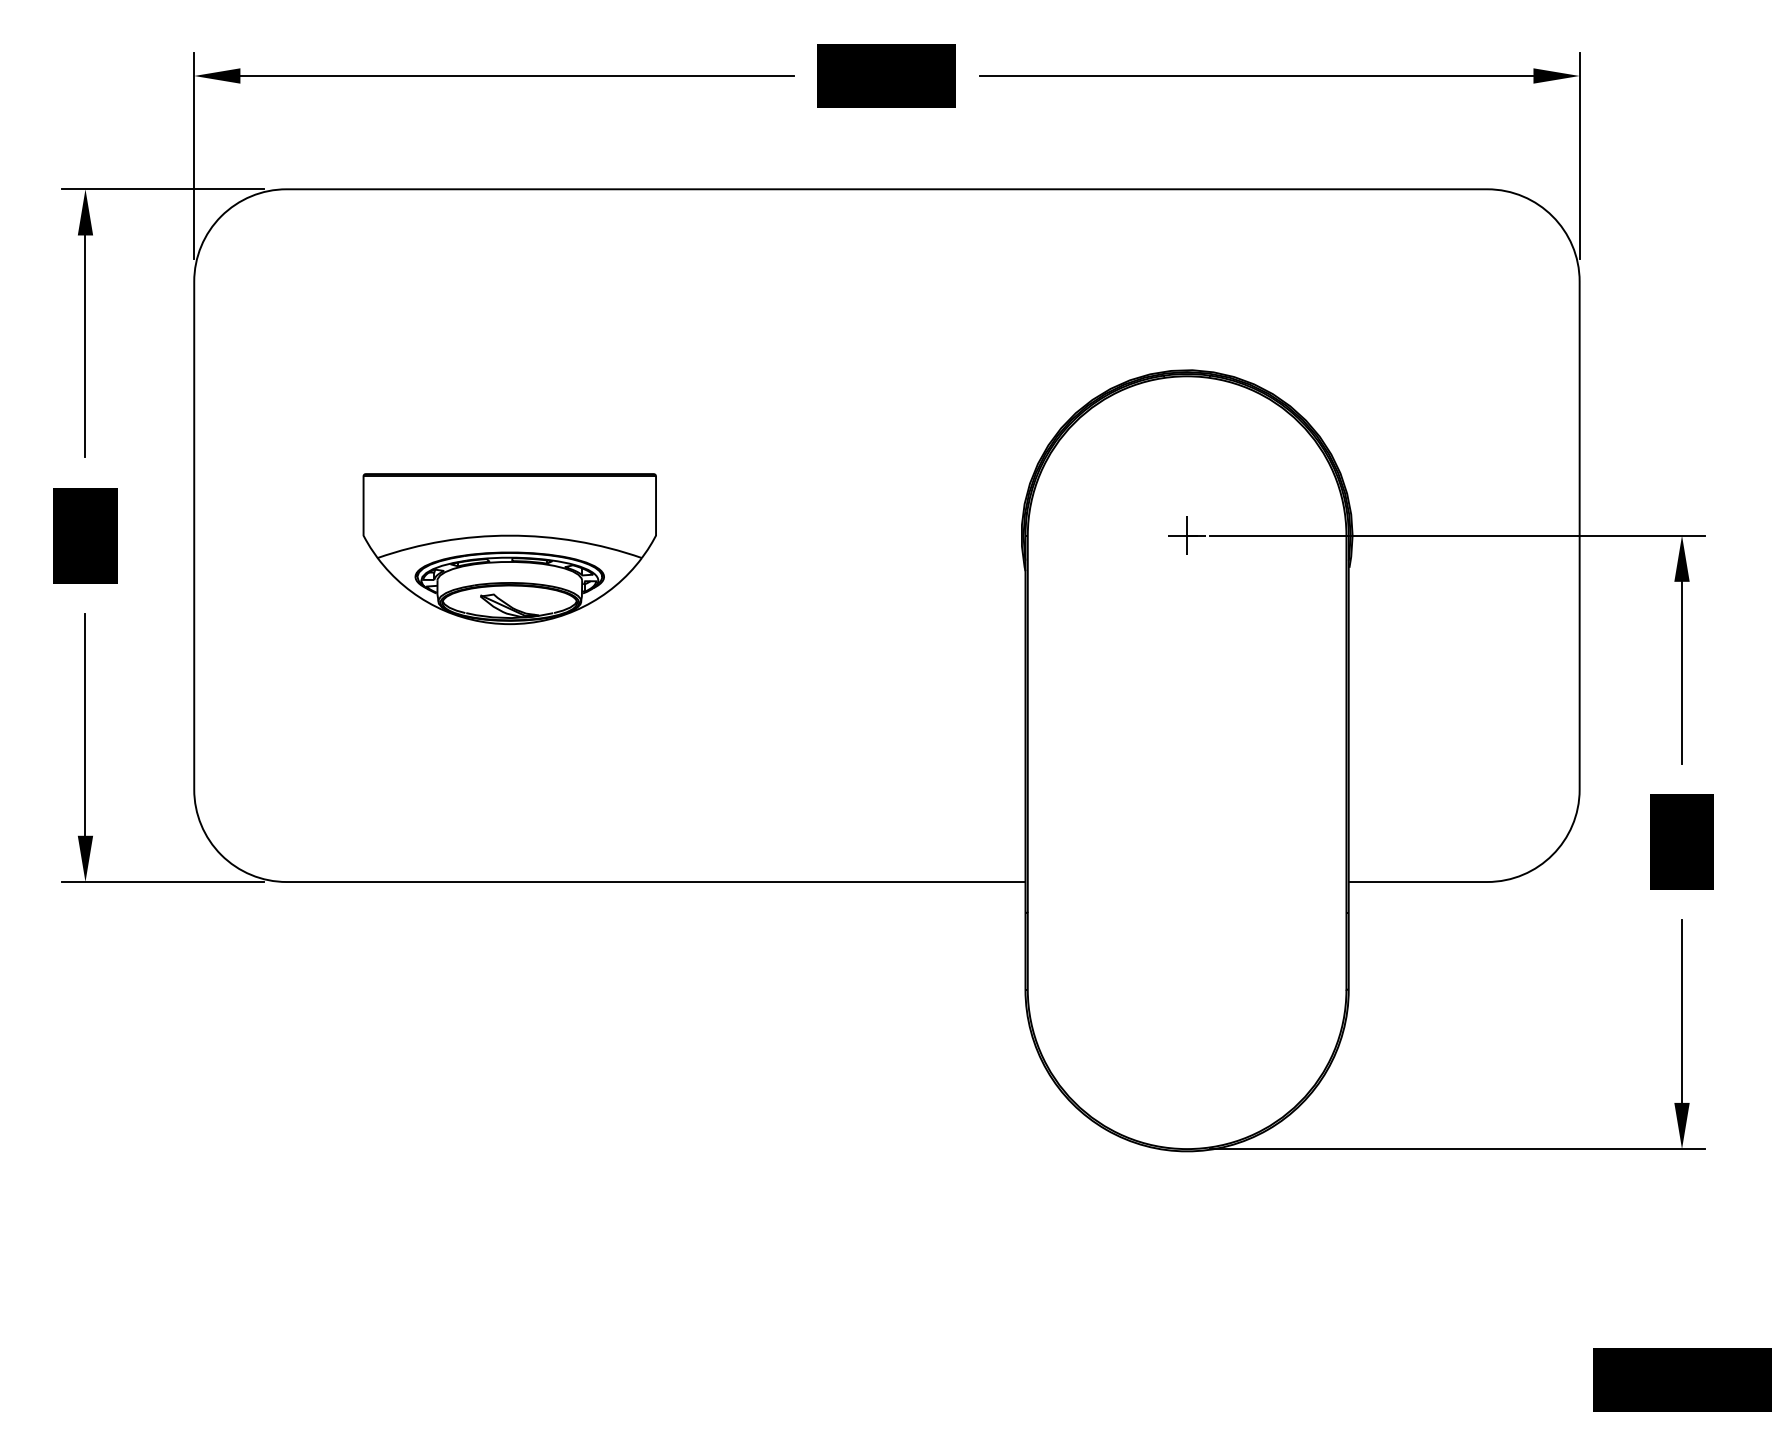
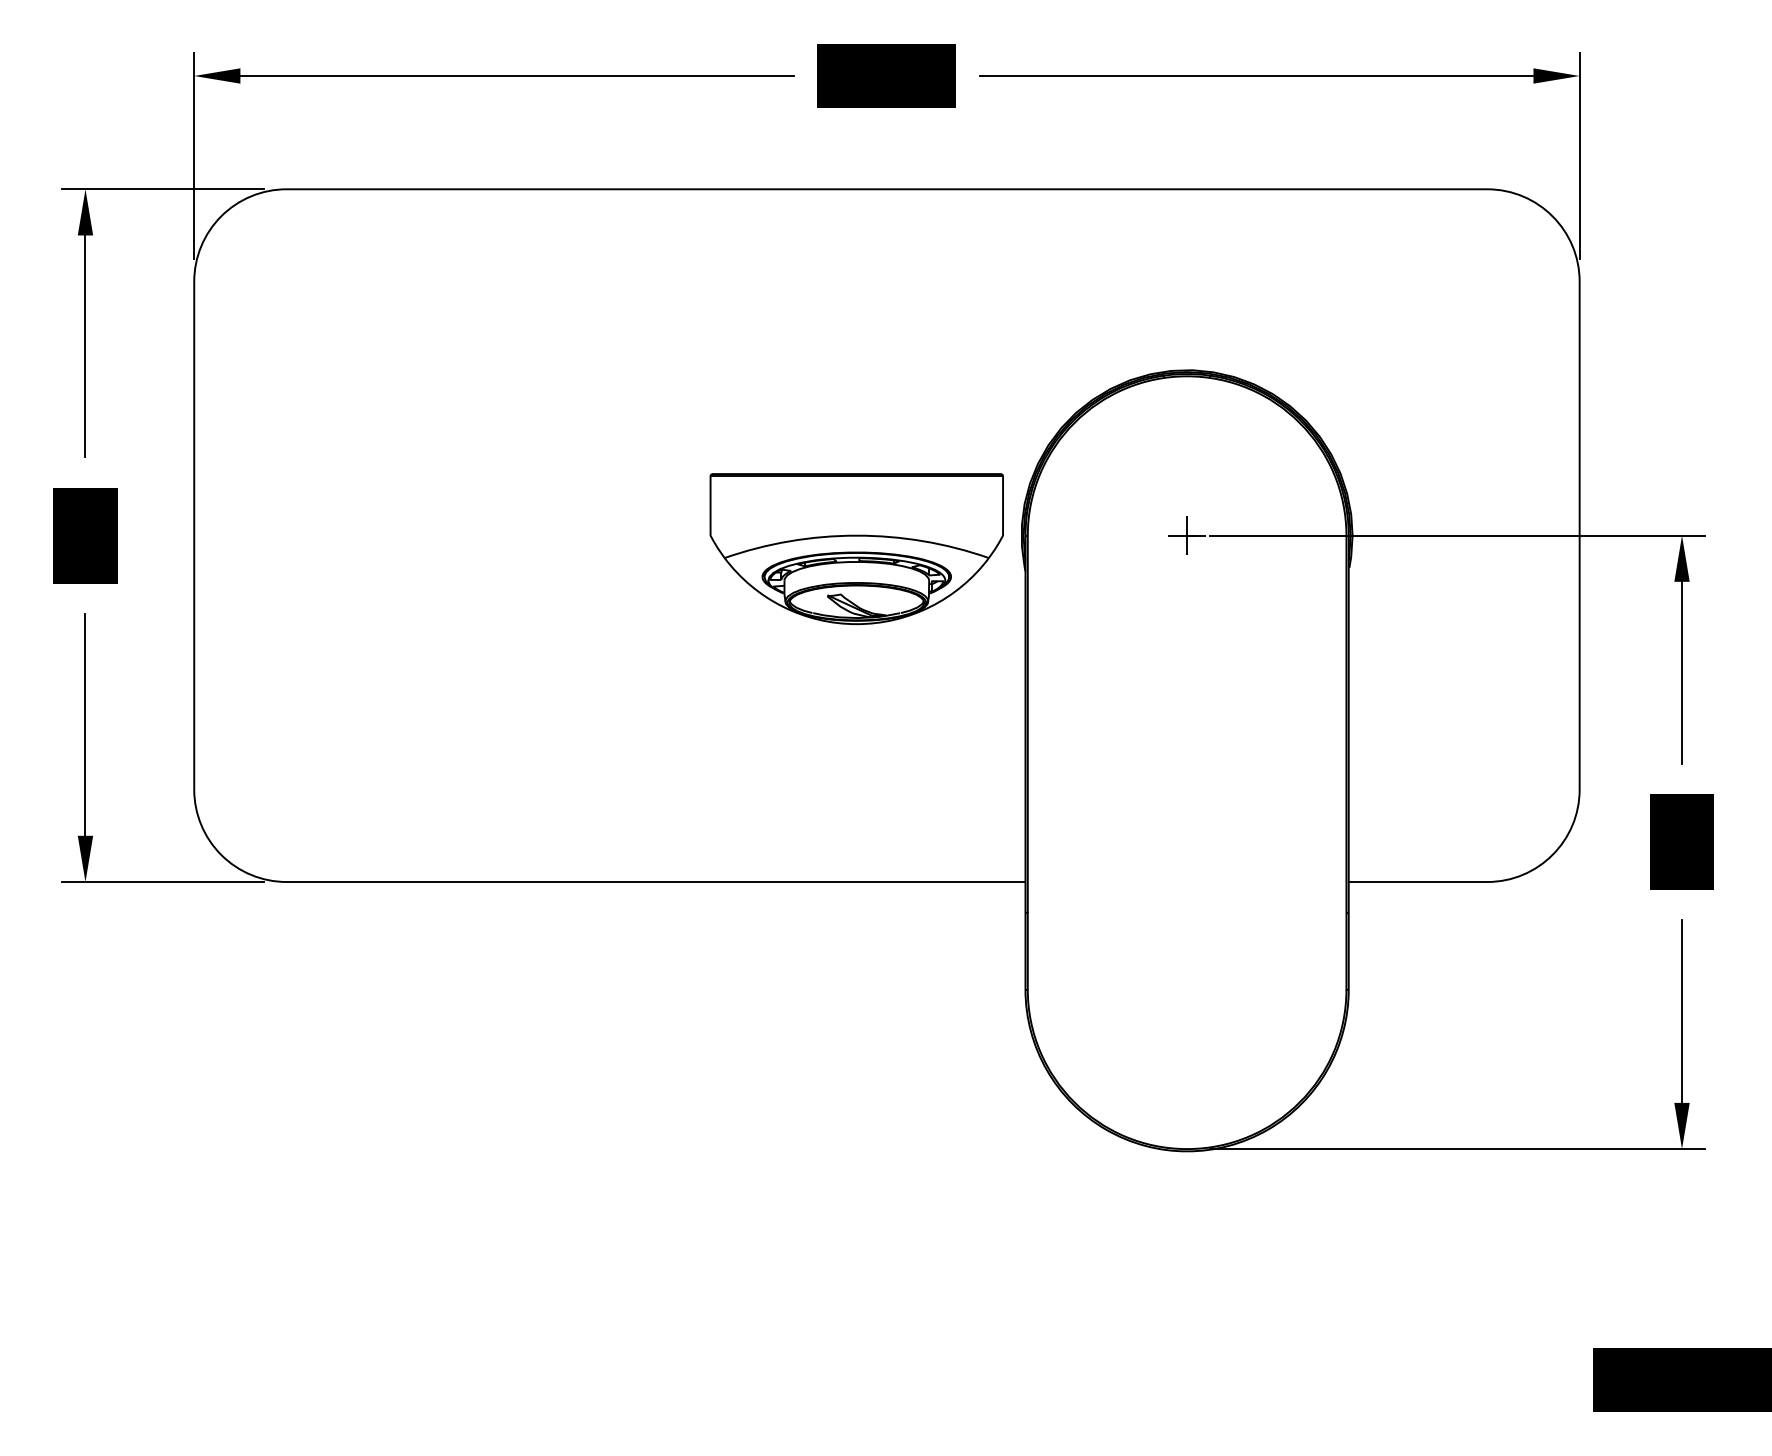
part at (509, 549) position: (509, 549) -> (856, 549)
